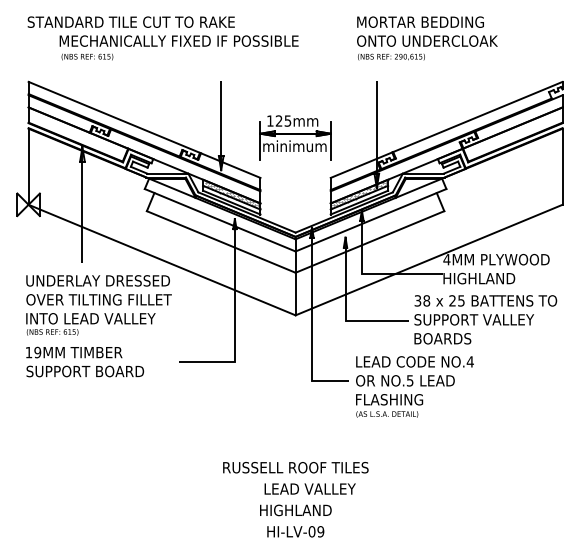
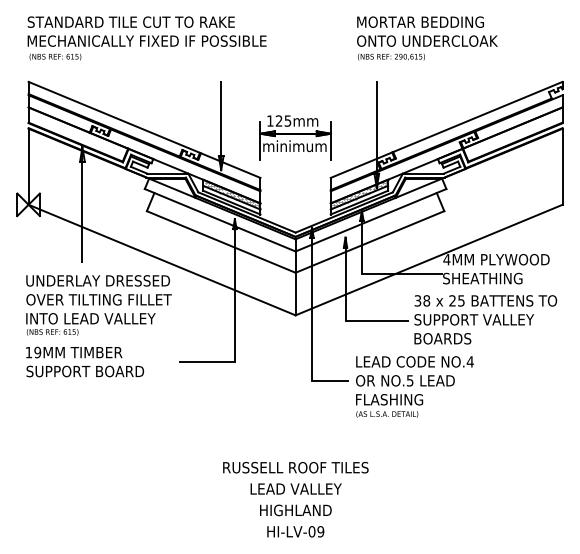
text at (178, 47) position: (178, 47) -> (146, 47)
text at (482, 278): HIGHLAND -> SHEATHING
text at (309, 488) position: (309, 488) -> (295, 488)
